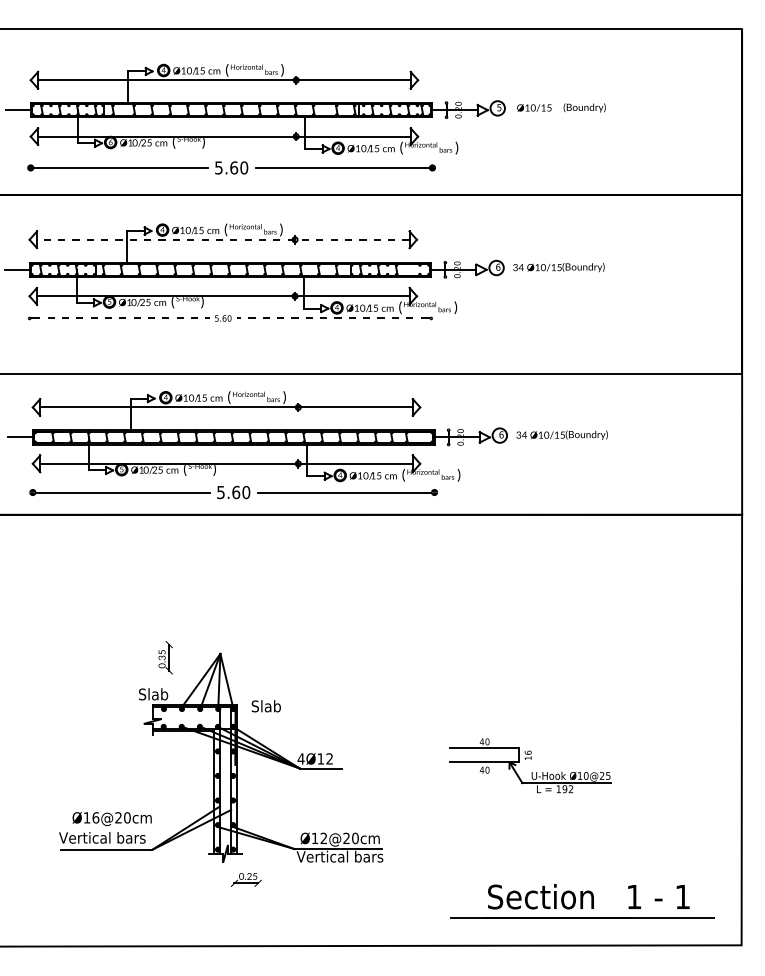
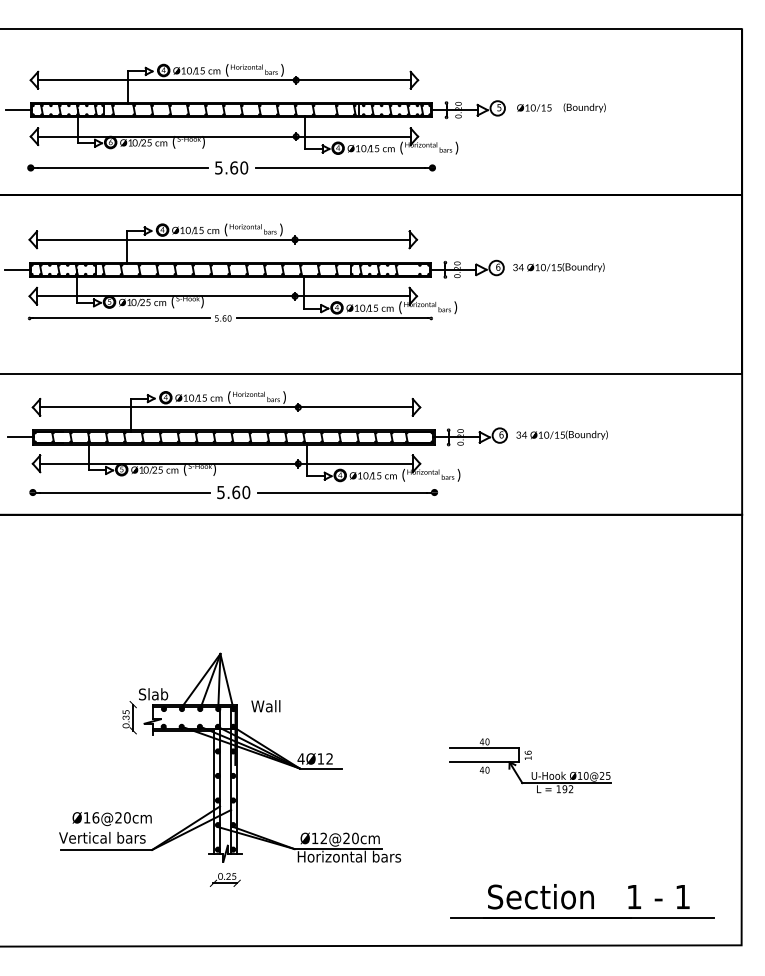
line at (222, 239): dashed -> solid
line at (121, 318): dashed -> solid
line at (331, 318): dashed -> solid
part at (165, 657) position: (165, 657) -> (129, 717)
text at (265, 706): Slab -> Wall
text at (348, 856): Vertical bars -> Horizontal bars
part at (246, 879) position: (246, 879) -> (225, 879)
